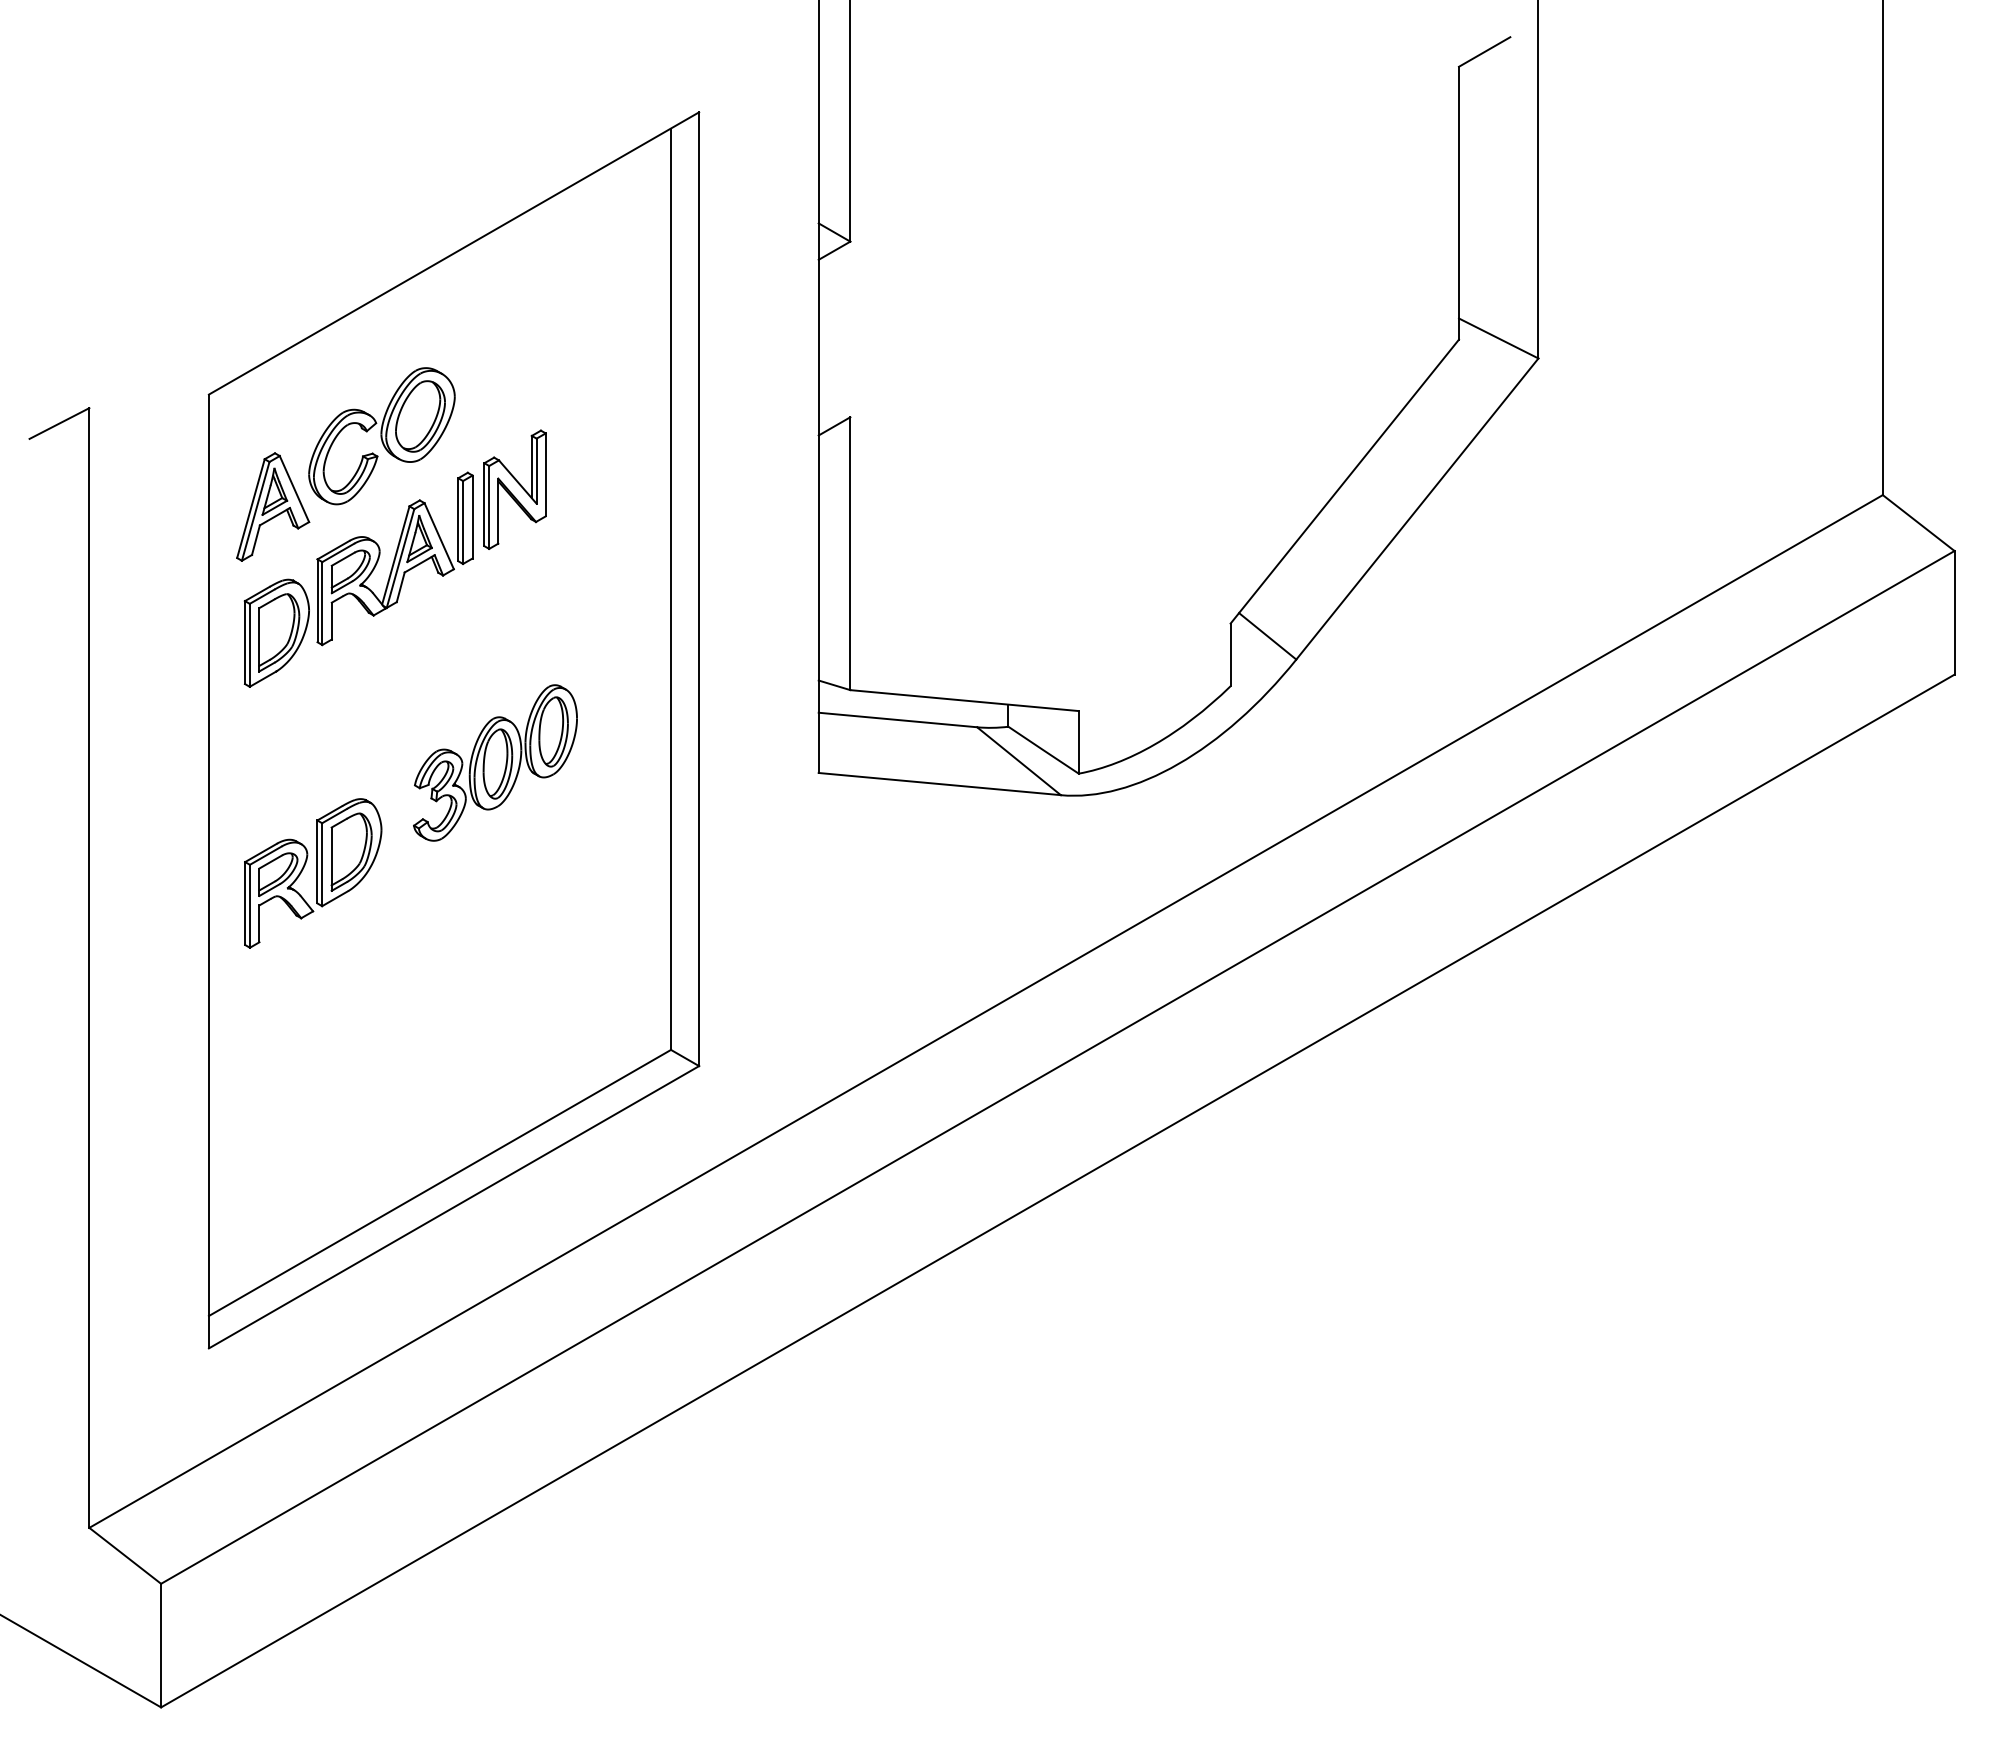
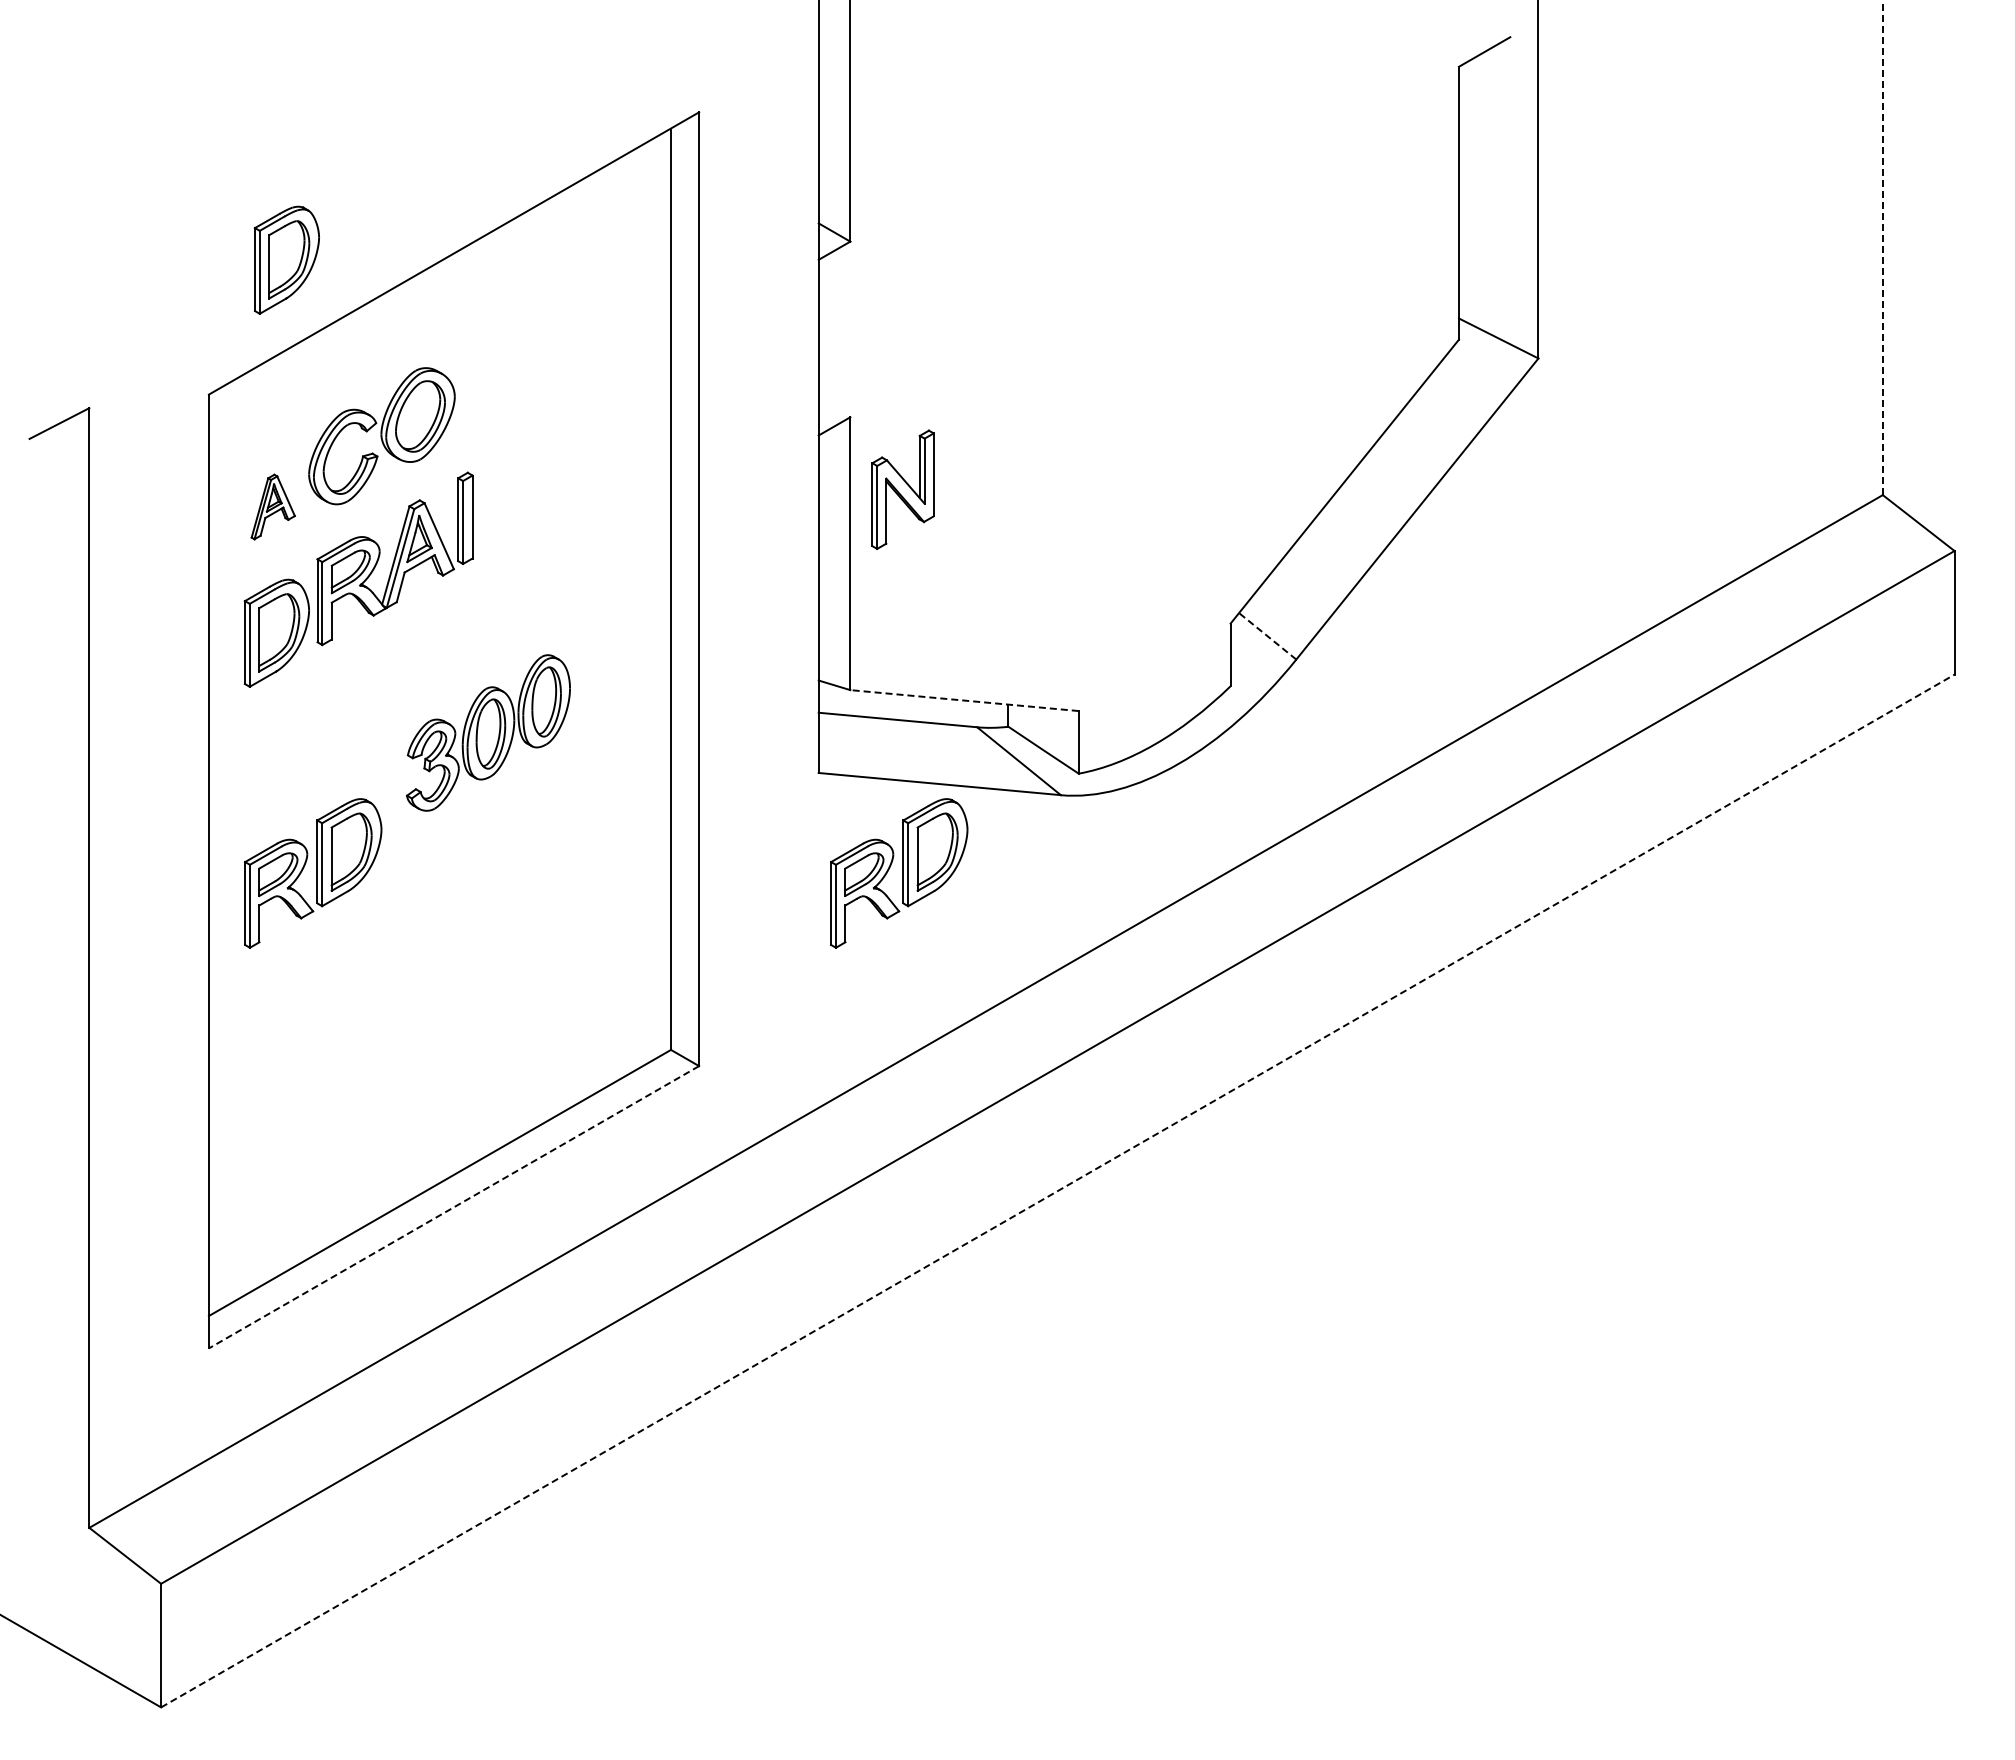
line at (1882, 247): solid -> dashed
part at (286, 259): none -> present
part at (514, 489) position: (514, 489) -> (902, 489)
part at (273, 506) size: 75x110 px -> 46x68 px
line at (1267, 636): solid -> dashed
line at (964, 700): solid -> dashed
part at (495, 762) position: (495, 762) -> (488, 732)
part at (899, 873): none -> present
line at (1057, 1191): solid -> dashed
line at (454, 1207): solid -> dashed
